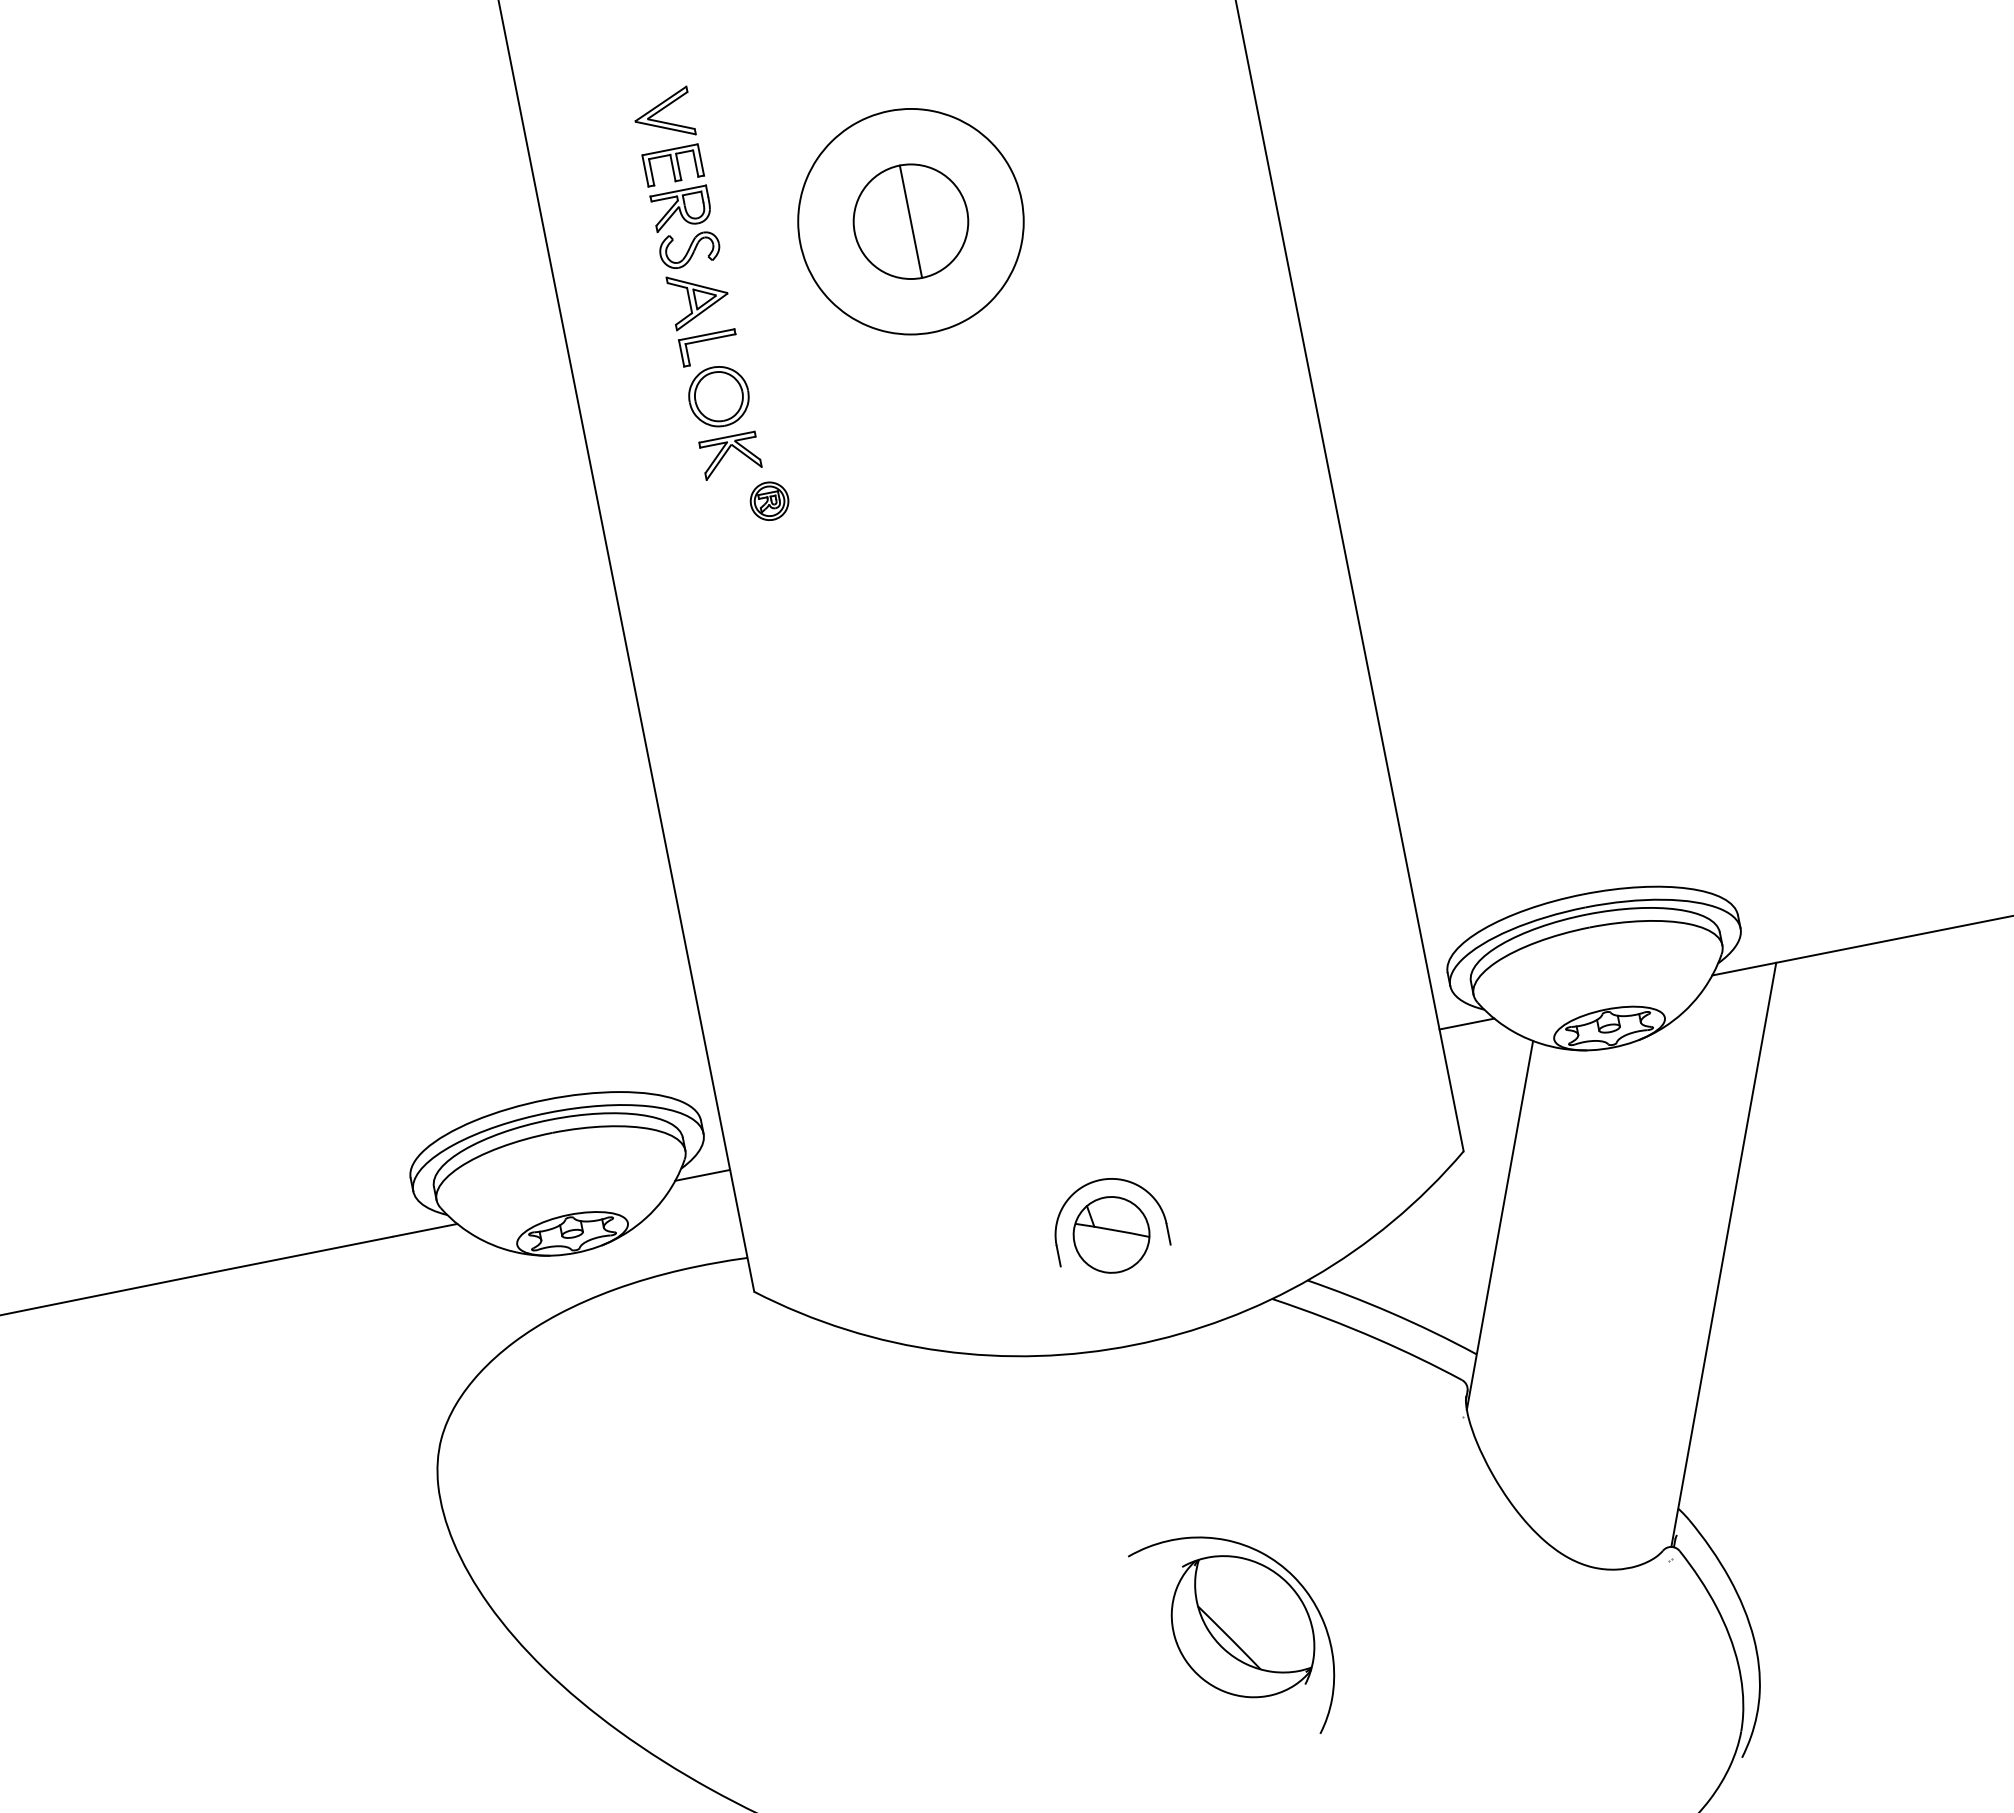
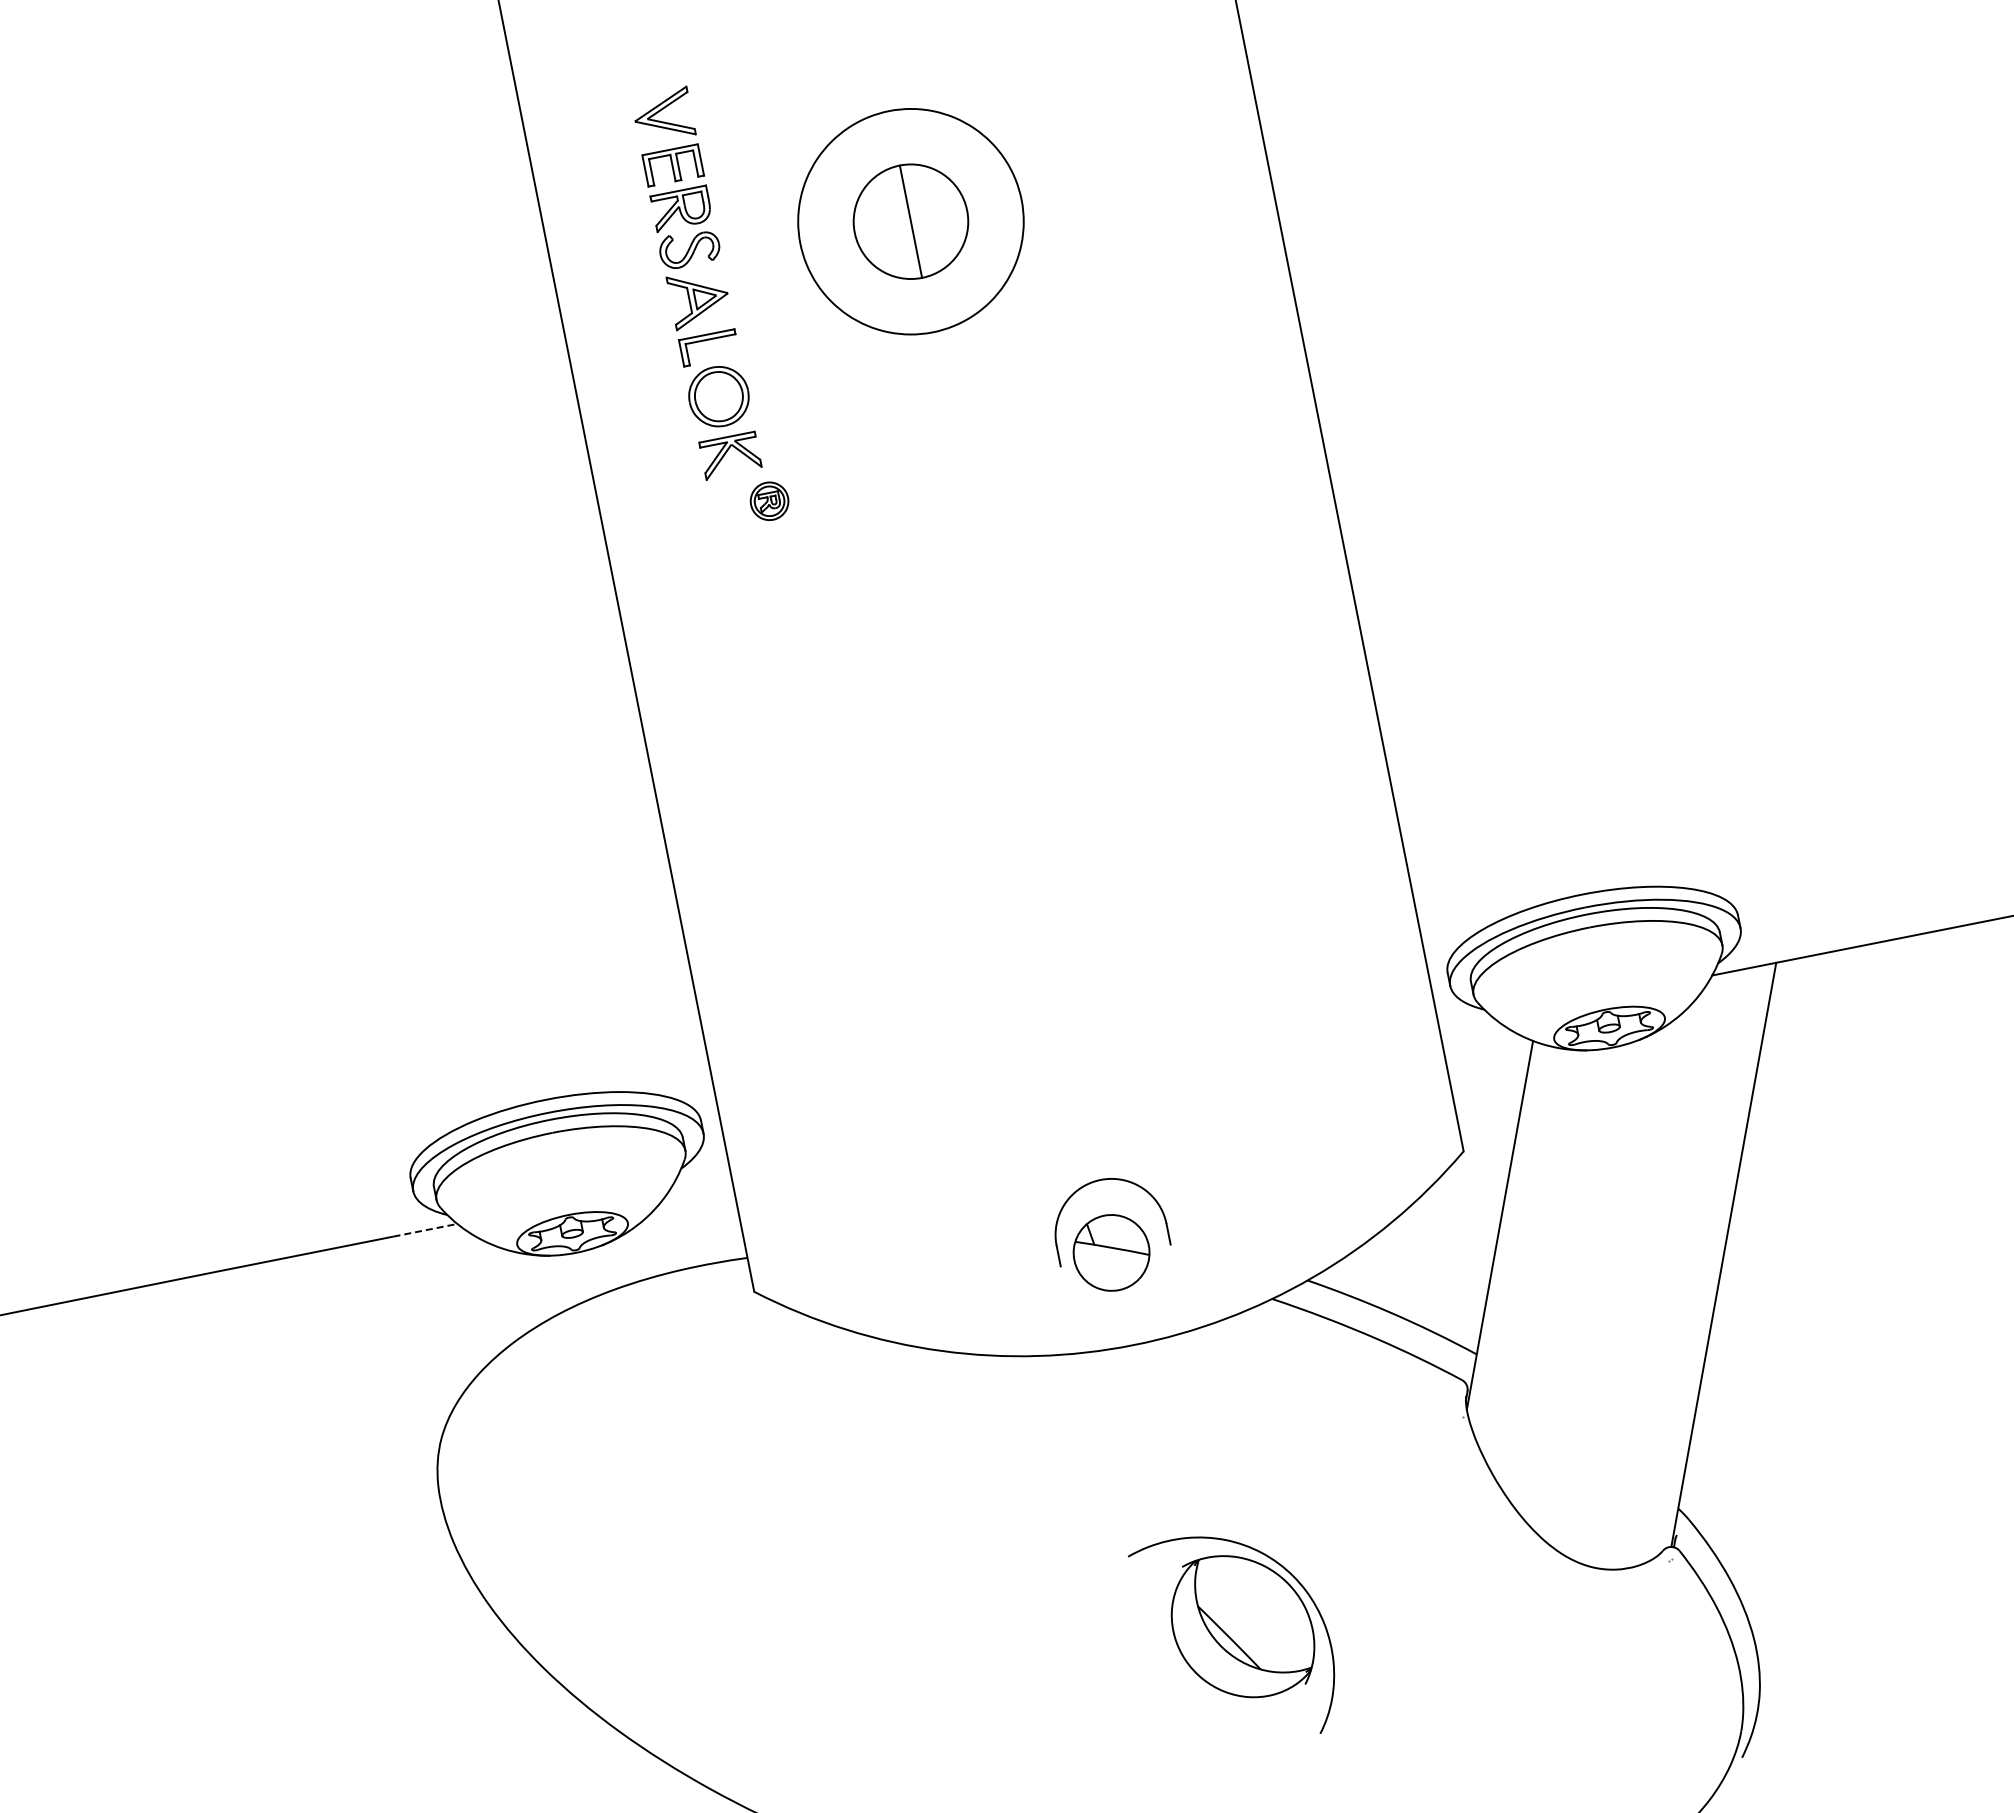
line at (1466, 1023): present -> none
line at (702, 1174): present -> none
line at (425, 1230): solid -> dashed
part at (1111, 1234) position: (1111, 1234) -> (1111, 1252)
